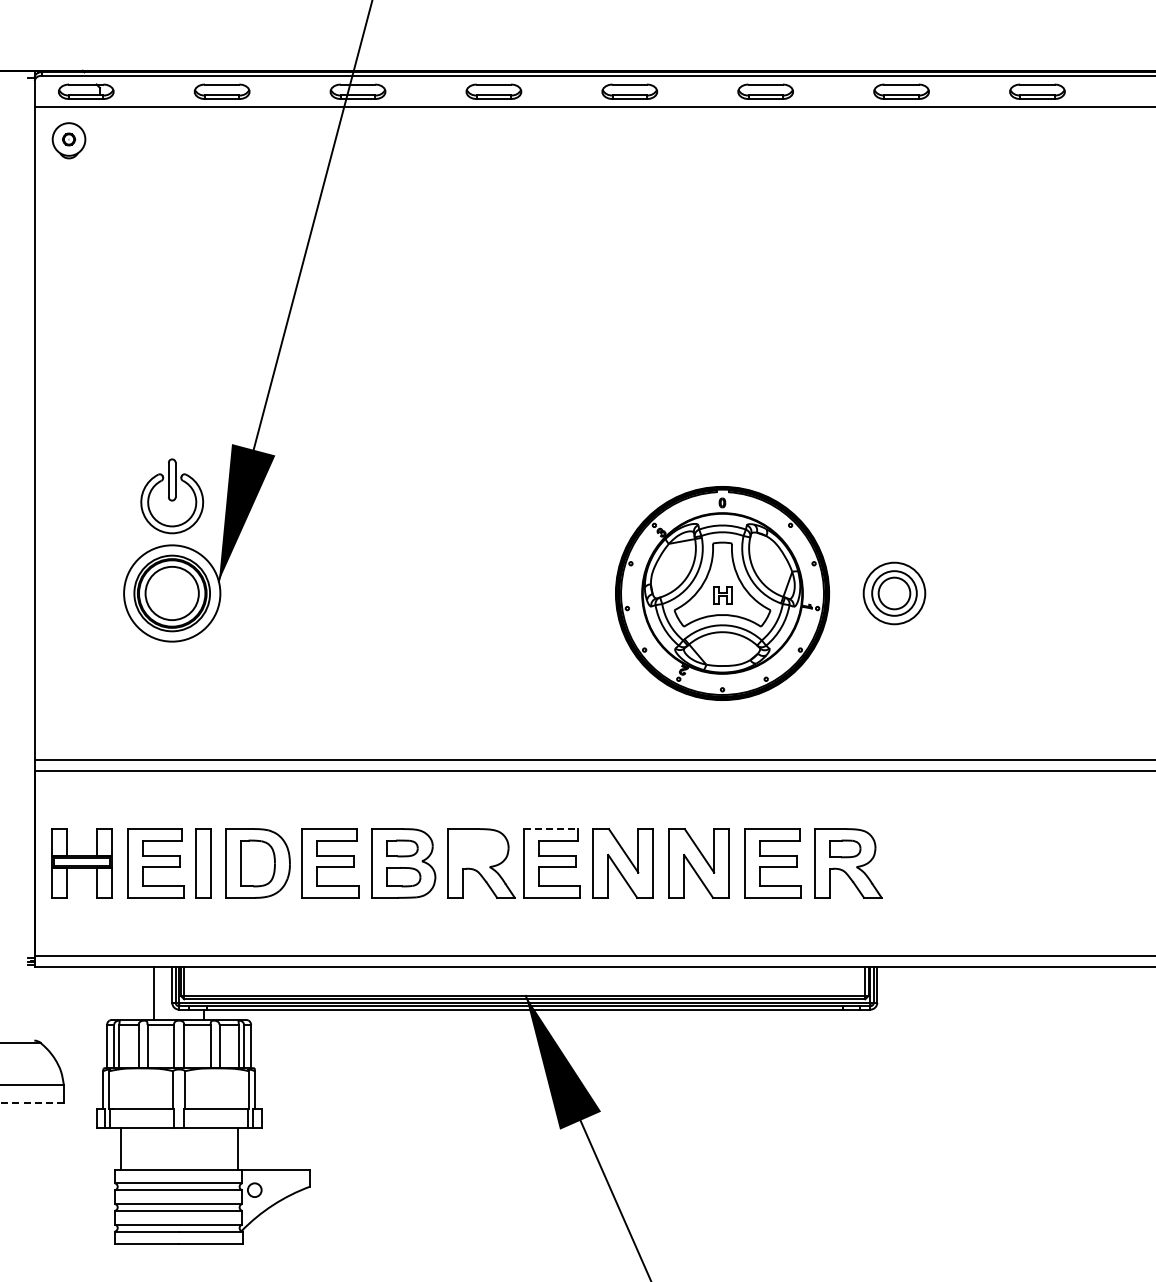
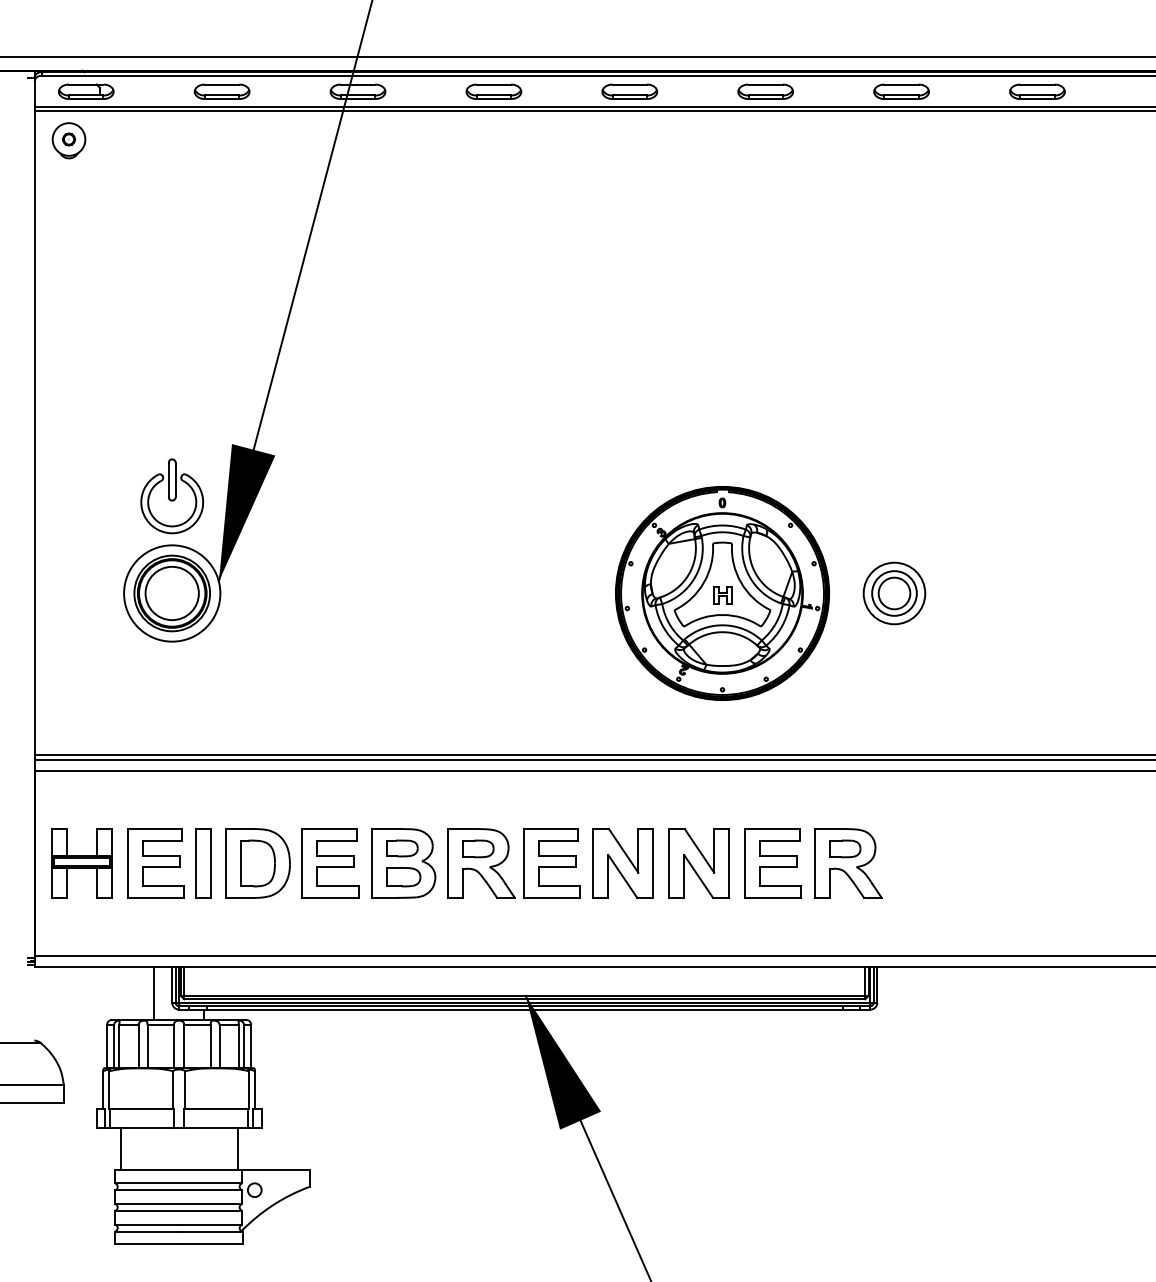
line at (577, 56): none -> present
line at (593, 110): none -> present
line at (593, 755): none -> present
line at (551, 829): dashed -> solid
part at (478, 848): none -> present
line at (31, 1102): dashed -> solid
